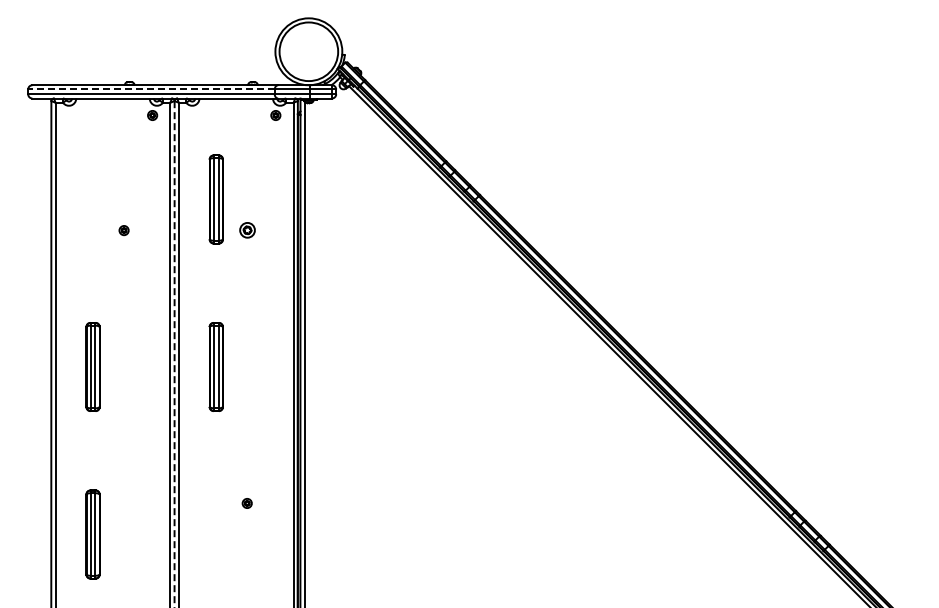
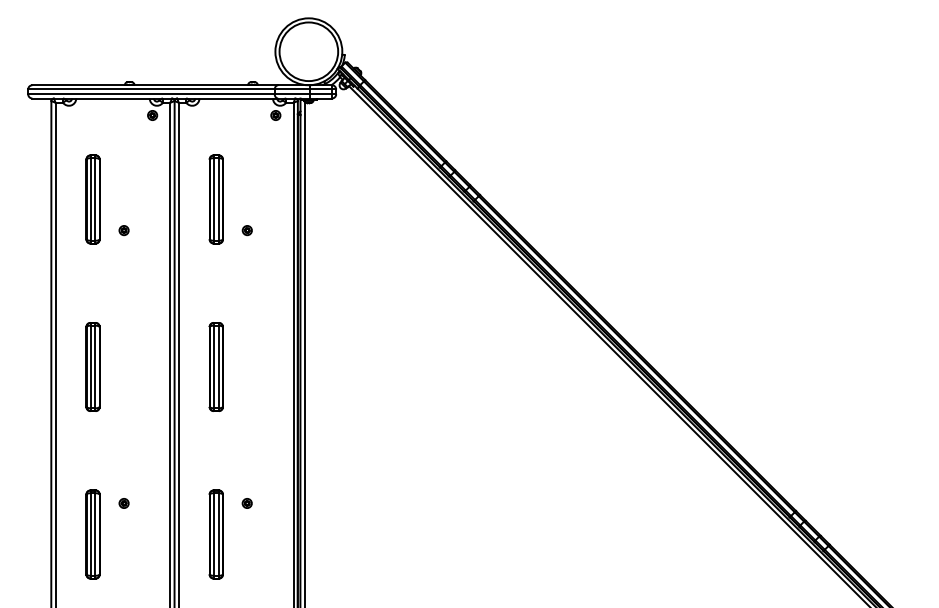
line at (150, 89): dashed -> solid
part at (92, 199): none -> present
part at (247, 230) size: 17x17 px -> 12x12 px
line at (174, 355): dashed -> solid
part at (123, 503): none -> present
part at (215, 534): none -> present
